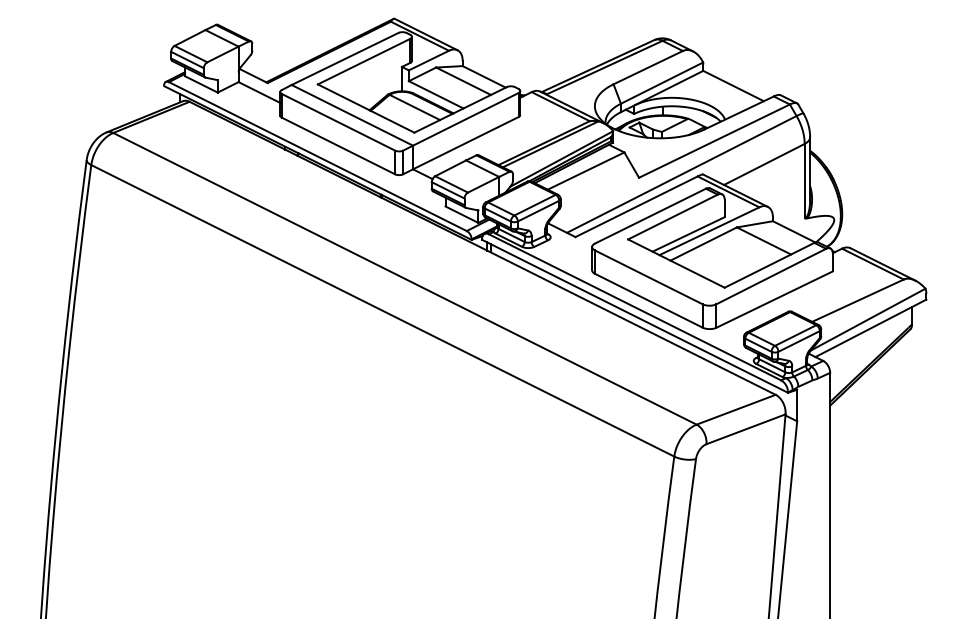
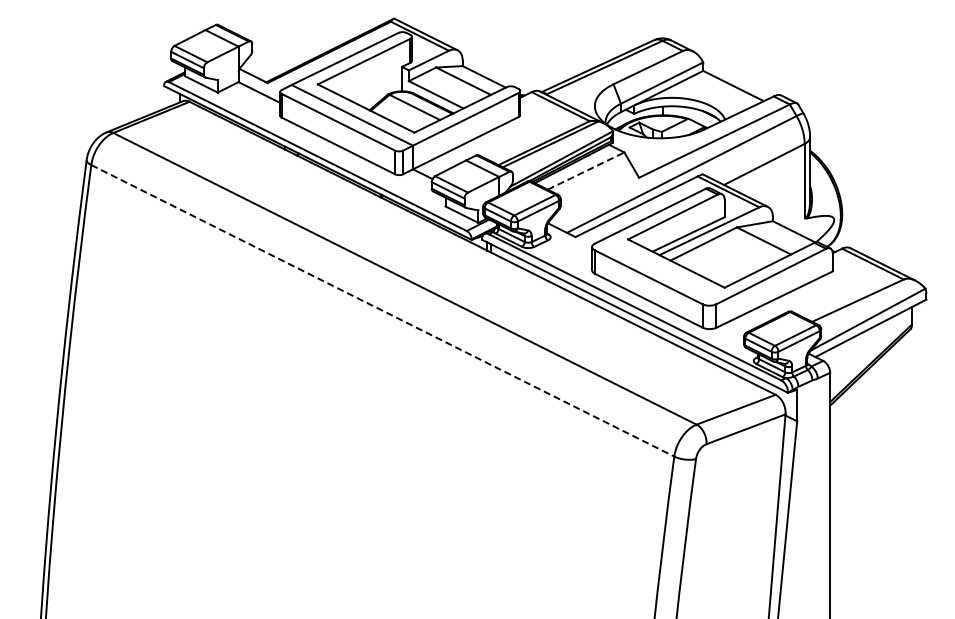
line at (586, 171): solid -> dashed
line at (382, 310): solid -> dashed
